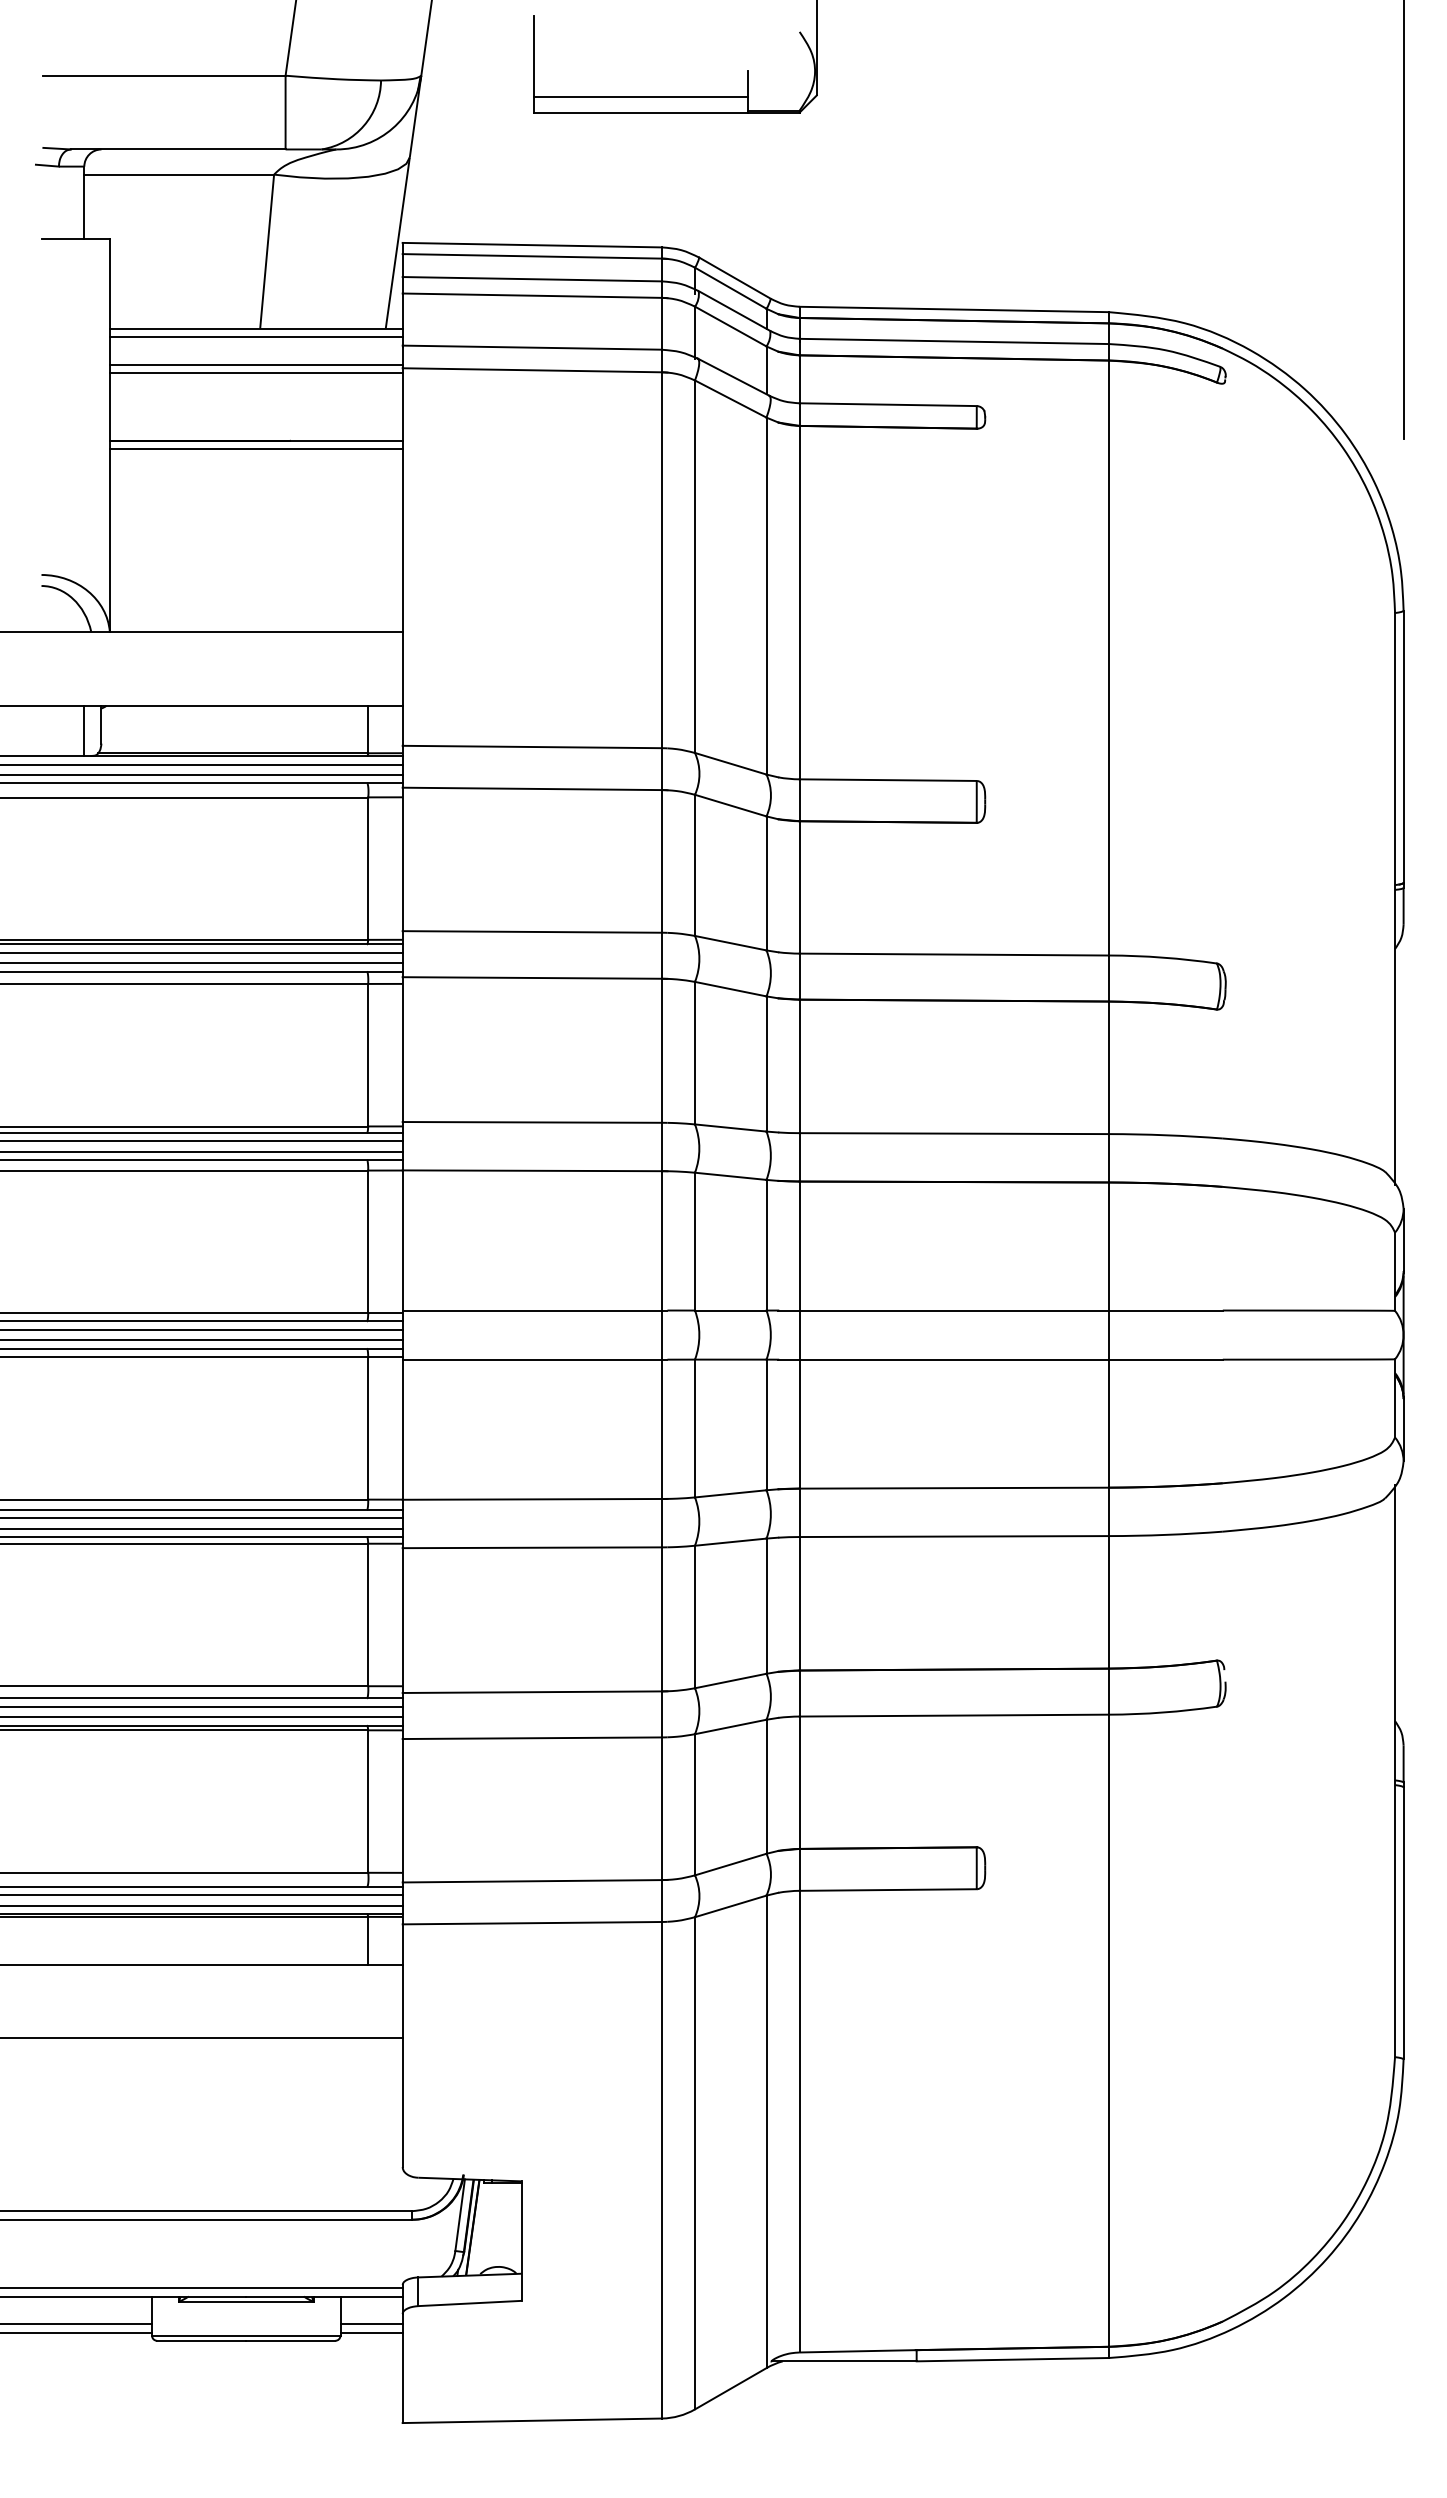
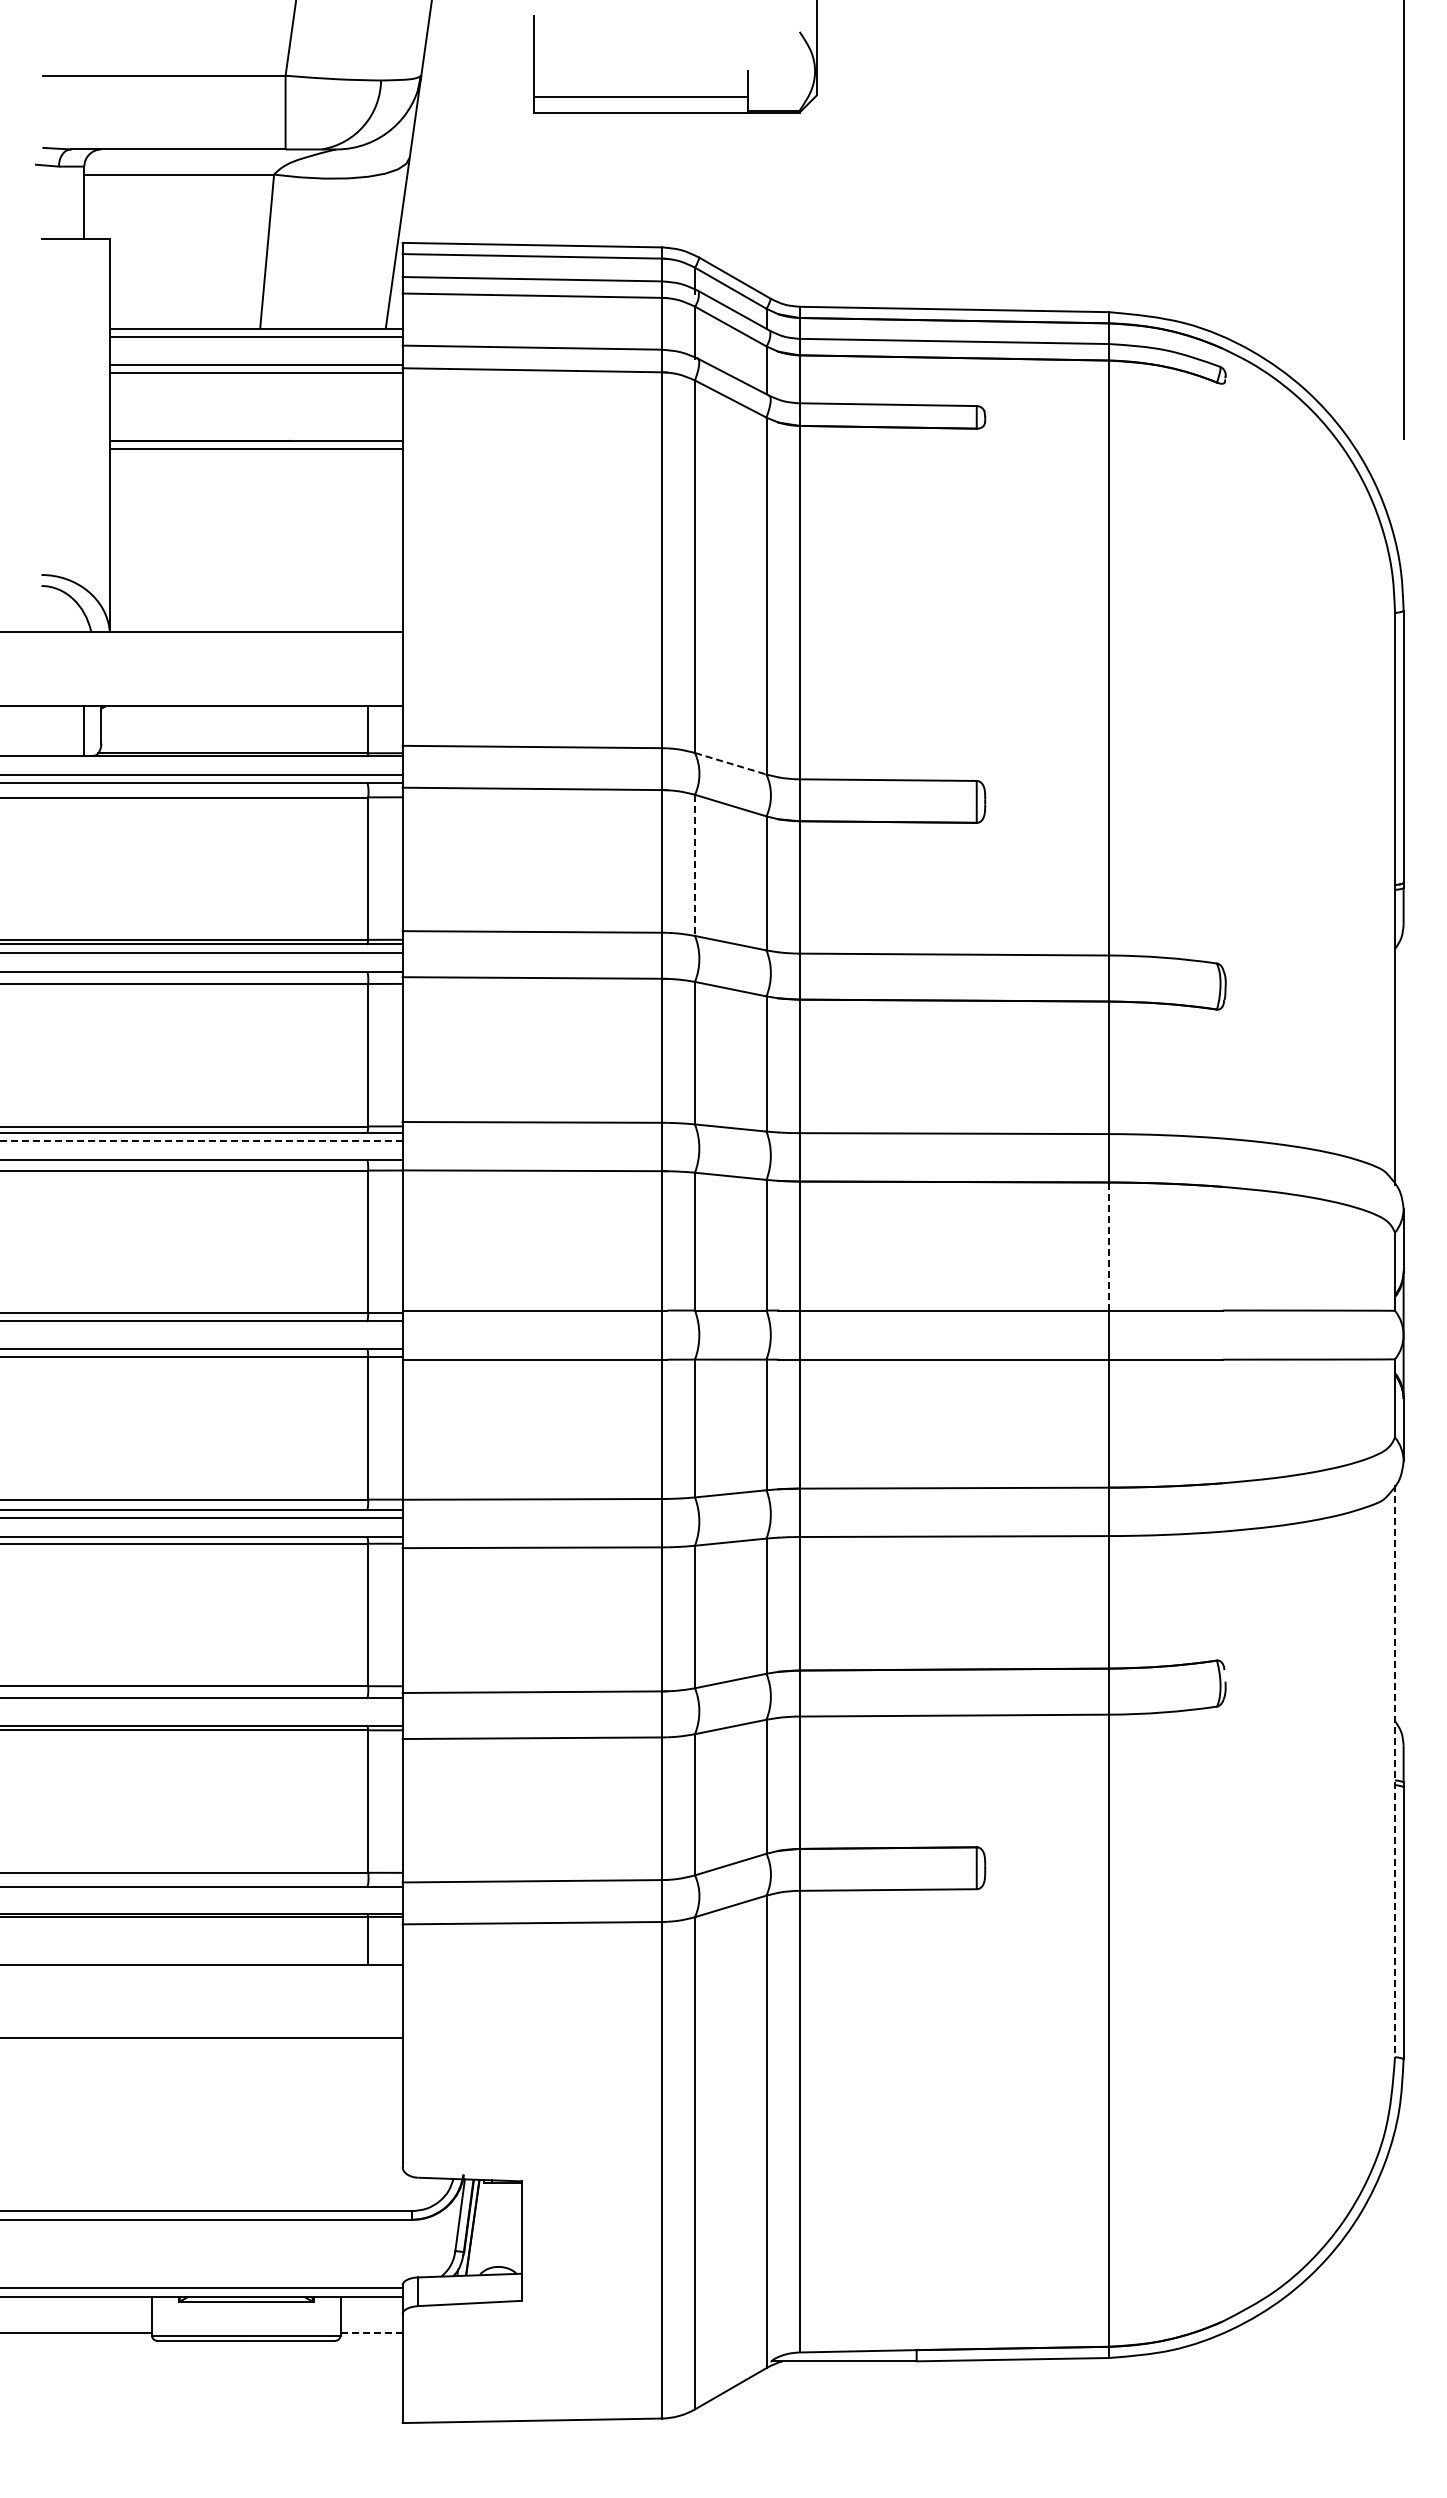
line at (731, 763): solid -> dashed
line at (202, 764): present -> none
line at (695, 865): solid -> dashed
line at (202, 963): present -> none
line at (201, 1141): solid -> dashed
line at (202, 1151): present -> none
line at (1108, 1246): solid -> dashed
line at (202, 1329): present -> none
line at (202, 1340): present -> none
line at (202, 1528): present -> none
line at (202, 1706): present -> none
line at (202, 1717): present -> none
line at (1395, 1770): solid -> dashed
line at (202, 1895): present -> none
line at (202, 1905): present -> none
line at (77, 2324): present -> none
line at (371, 2324): present -> none
line at (371, 2332): solid -> dashed
